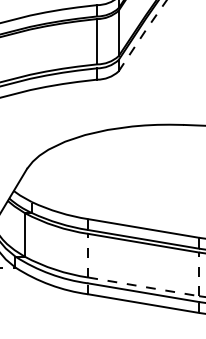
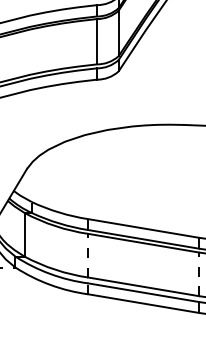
line at (142, 35): dashed -> solid
line at (144, 286): dashed -> solid
